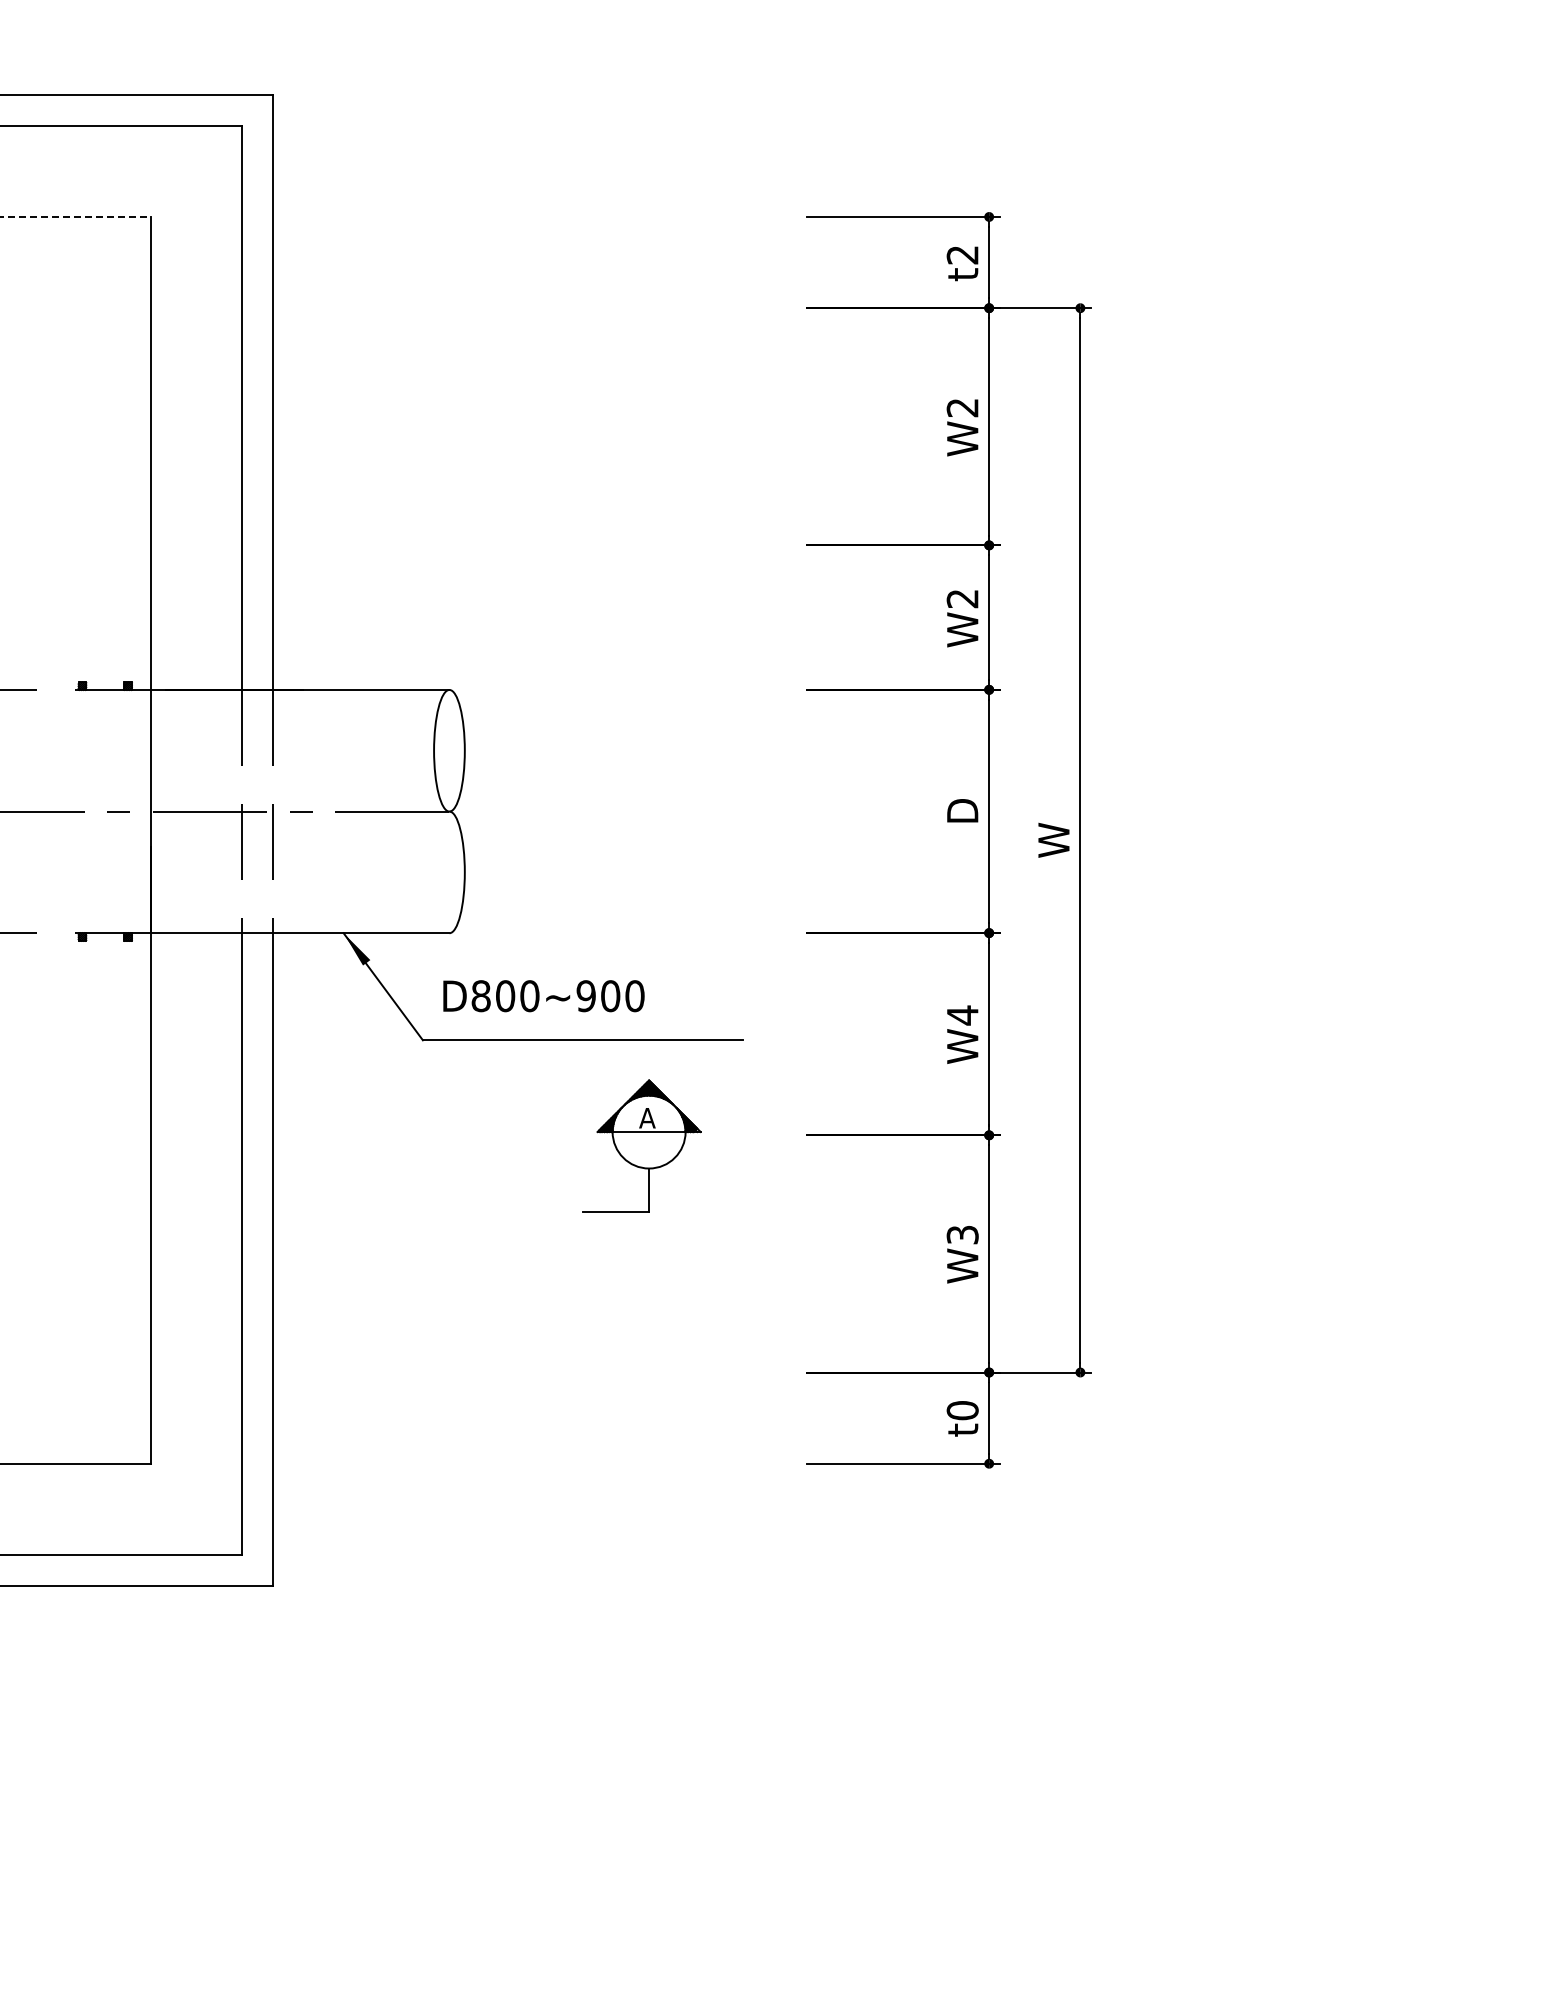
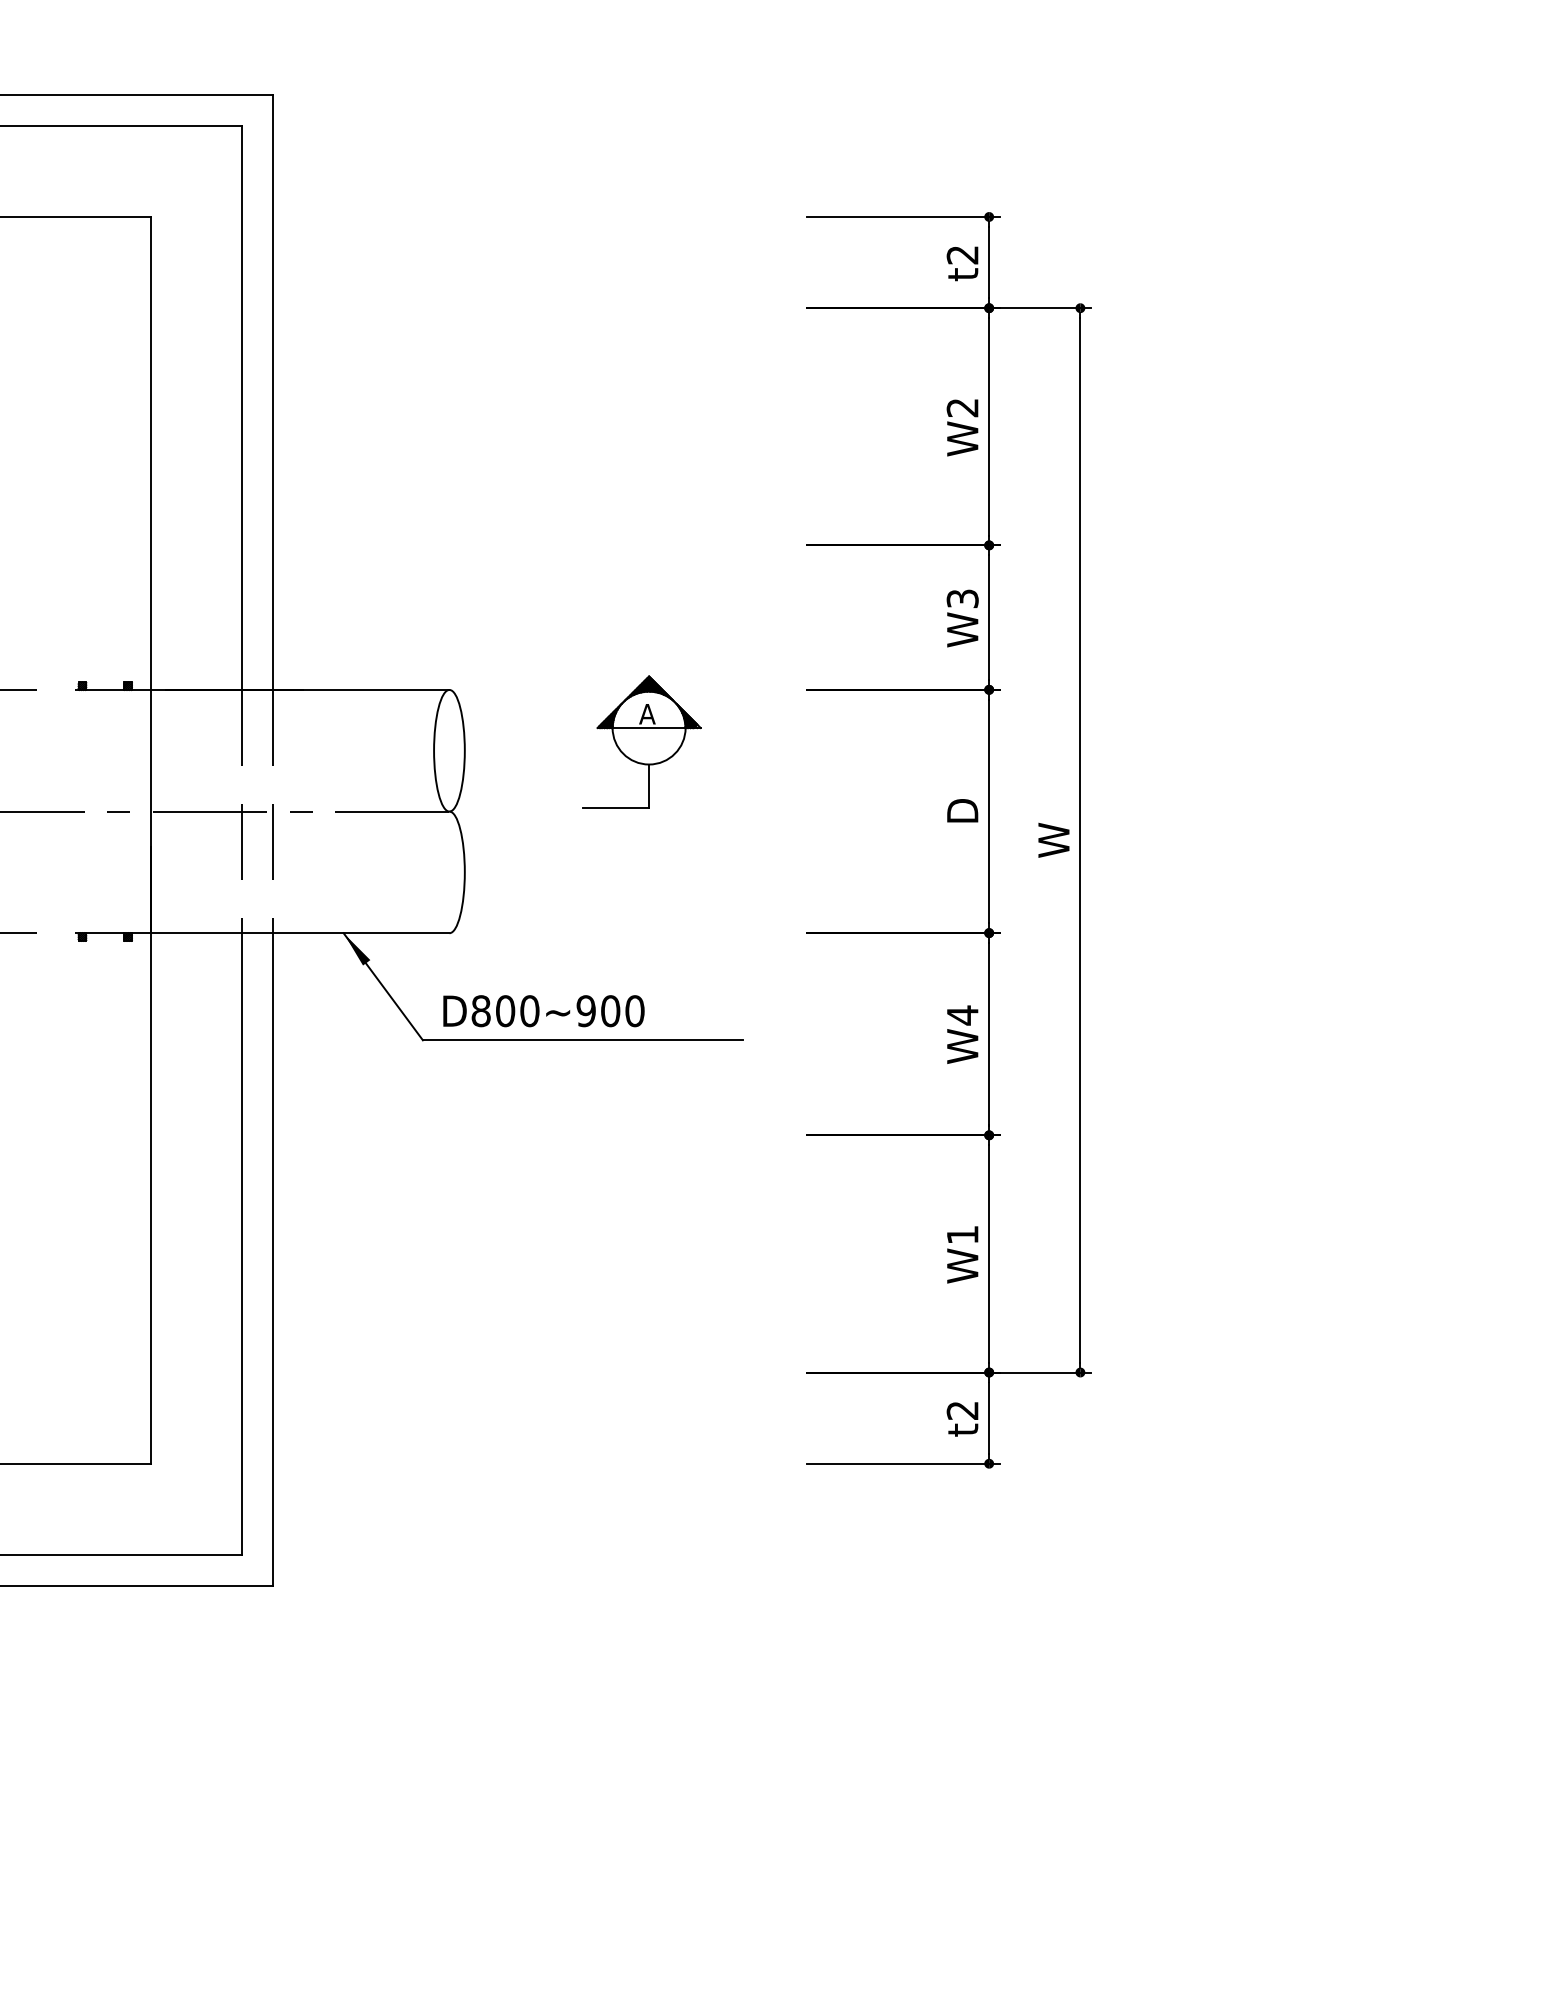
line at (75, 217): dashed -> solid
text at (962, 598): W2 -> W3
text at (543, 996) position: (543, 996) -> (543, 1011)
part at (641, 1145) position: (641, 1145) -> (641, 741)
text at (962, 1235): W3 -> W1
text at (962, 1410): t0 -> t2
